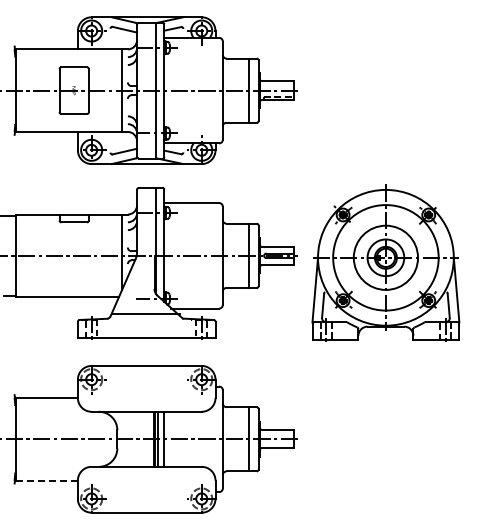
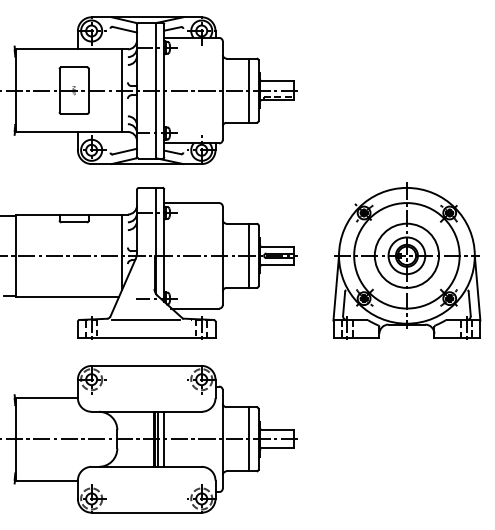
part at (385, 262) position: (385, 262) -> (406, 260)
line at (146, 314) position: (146, 314) -> (146, 320)
line at (47, 480): dashed -> solid
